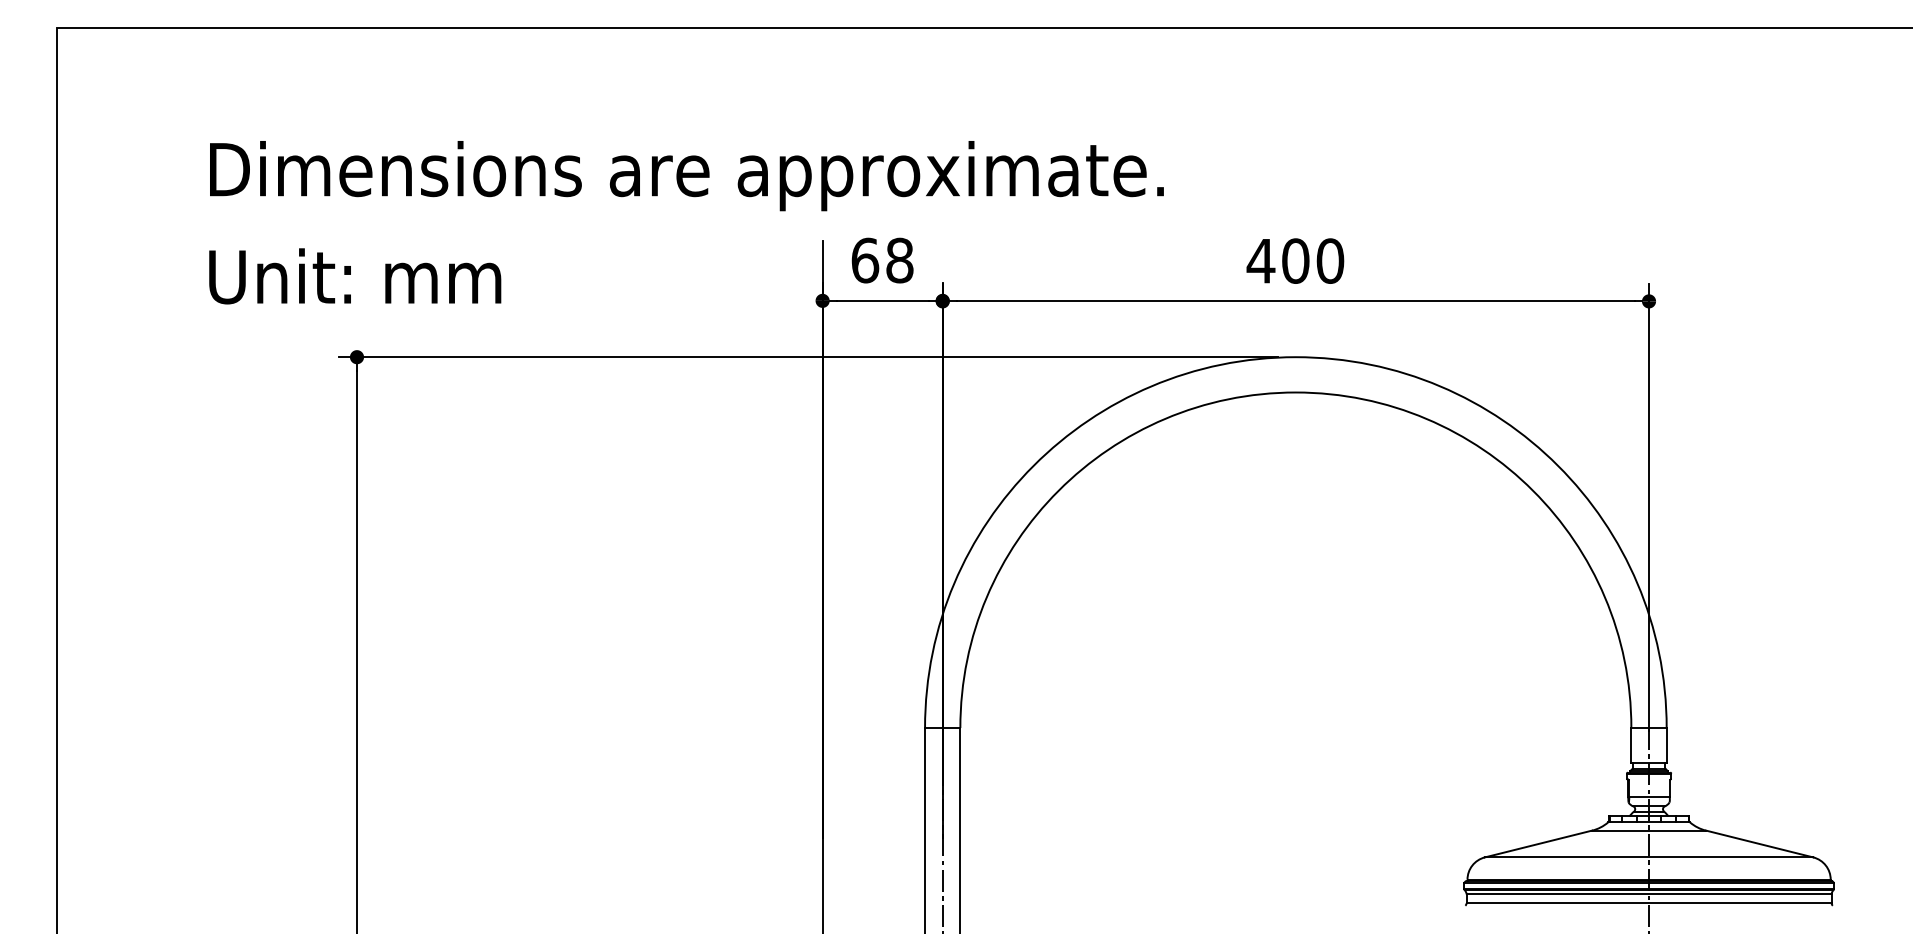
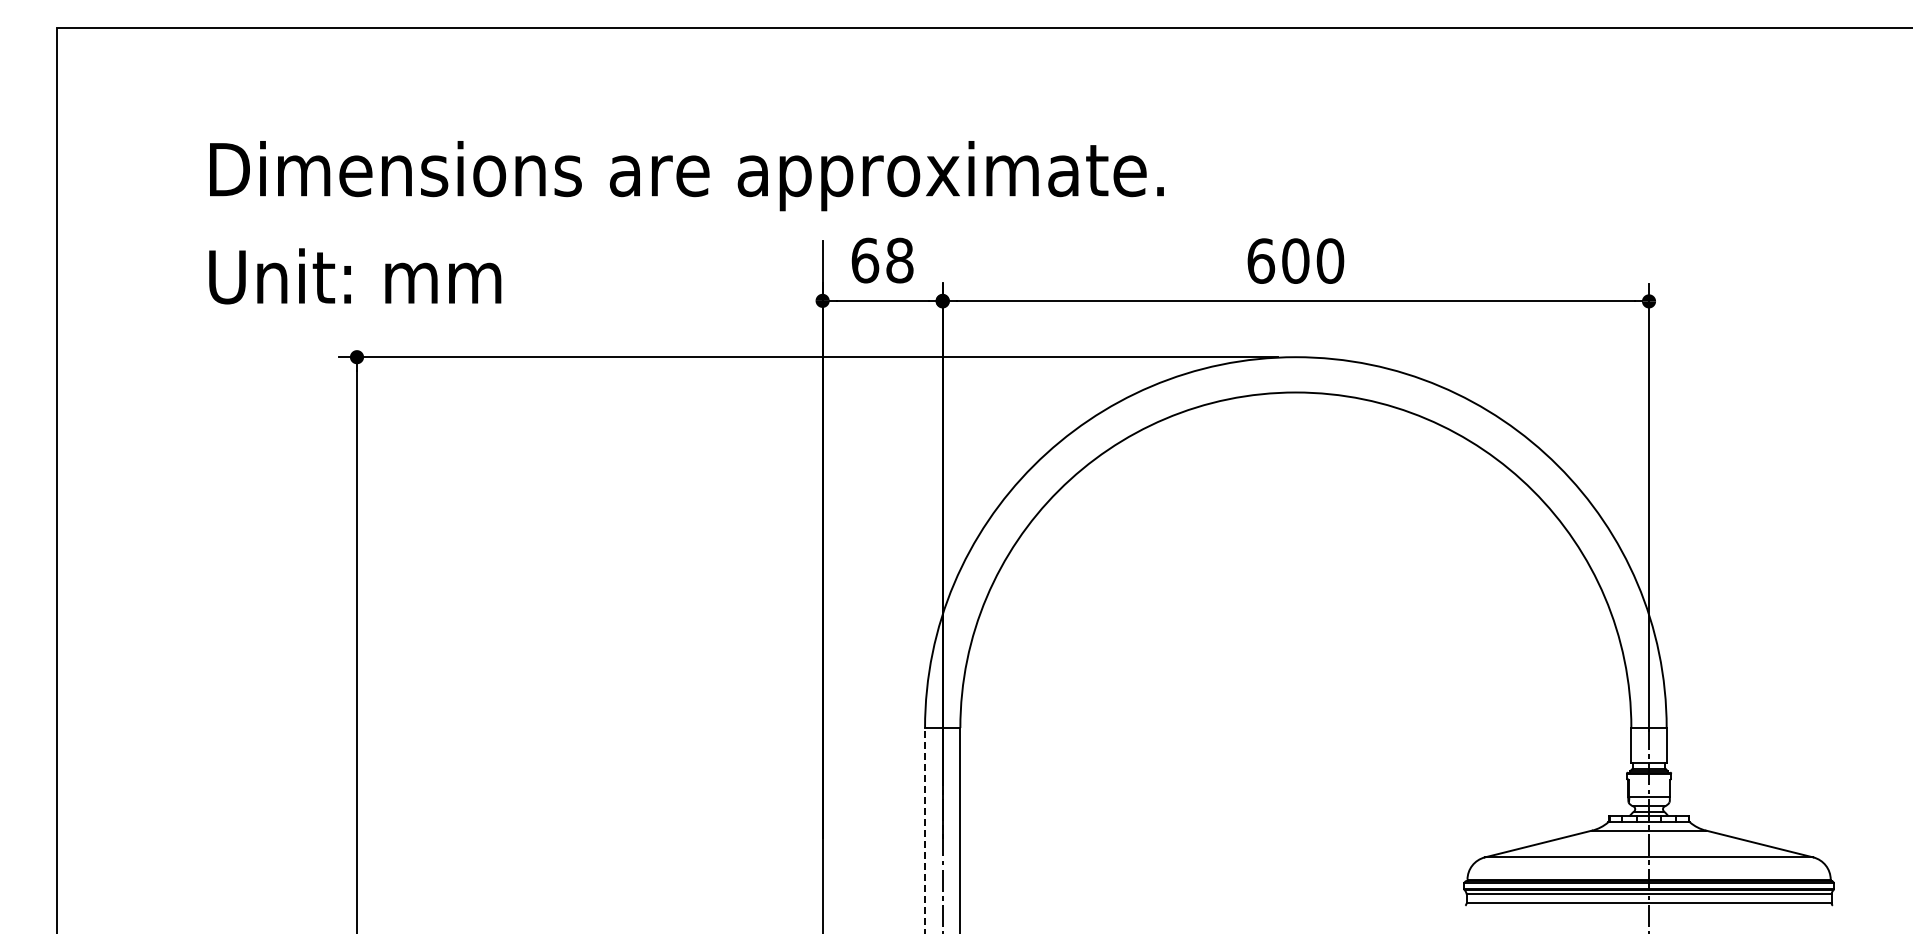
text at (1260, 260): 400 -> 600
line at (925, 830): solid -> dashed
